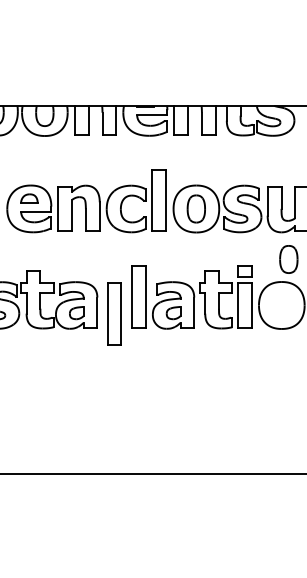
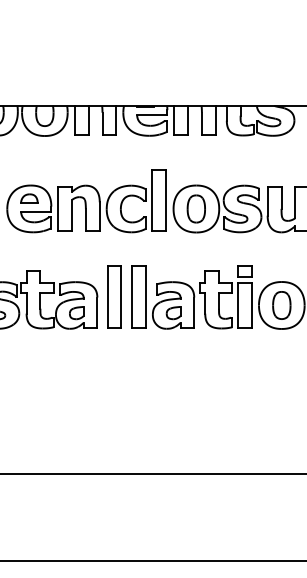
part at (288, 259) position: (288, 259) -> (281, 305)
part at (114, 313) position: (114, 313) -> (114, 296)
line at (152, 561): none -> present
